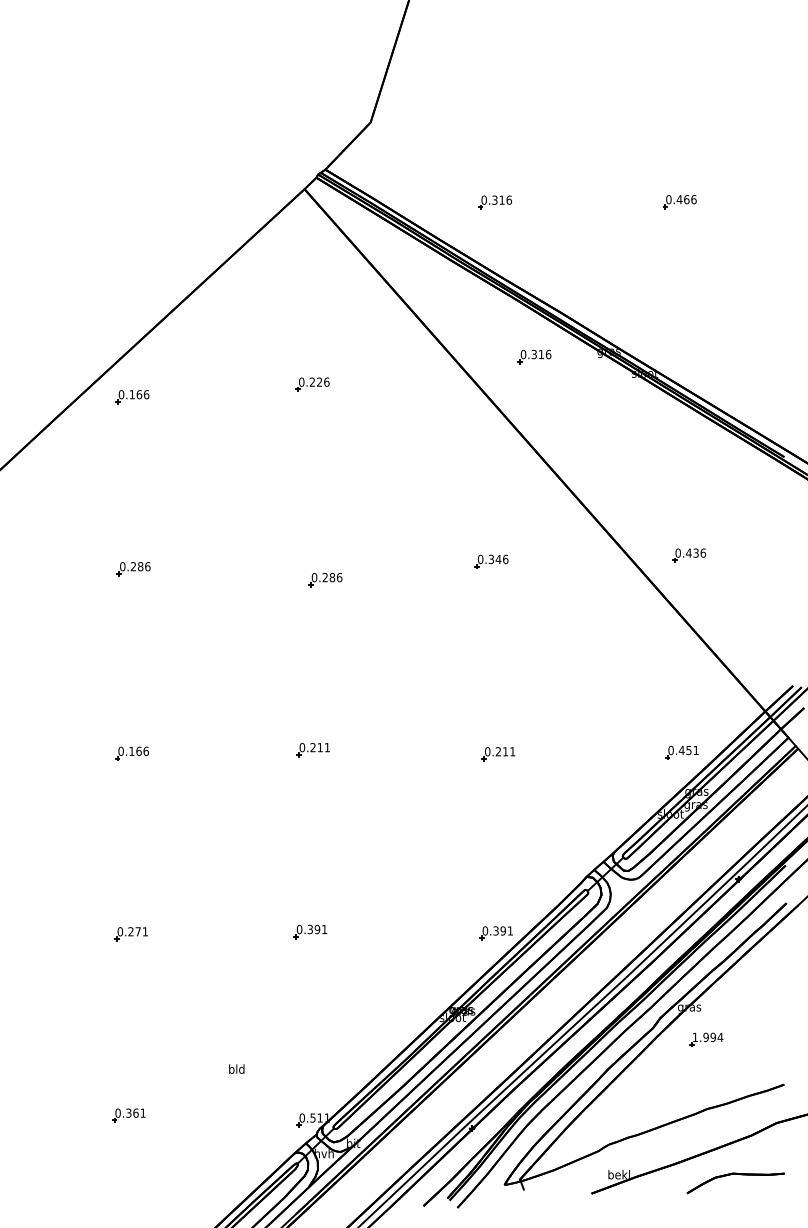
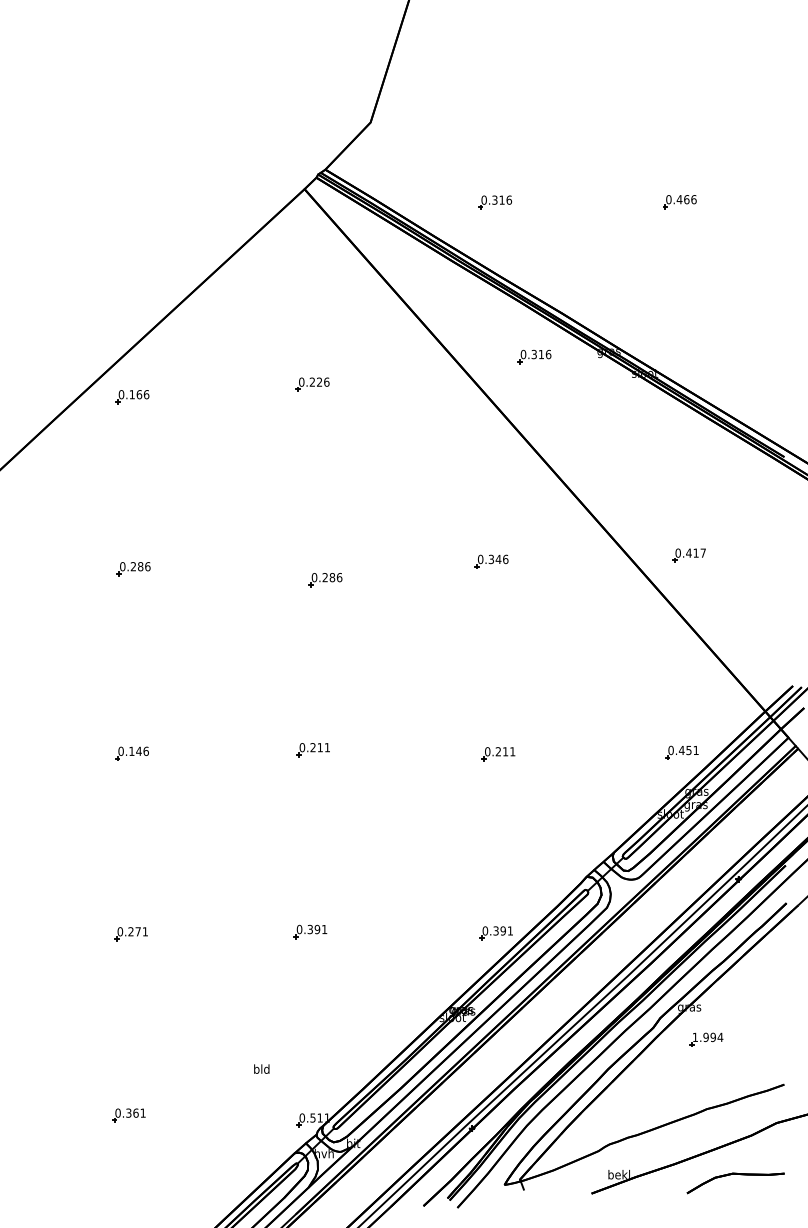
text at (699, 552): 0.436 -> 0.417
text at (138, 750): 0.166 -> 0.146
text at (236, 1068) position: (236, 1068) -> (261, 1068)
